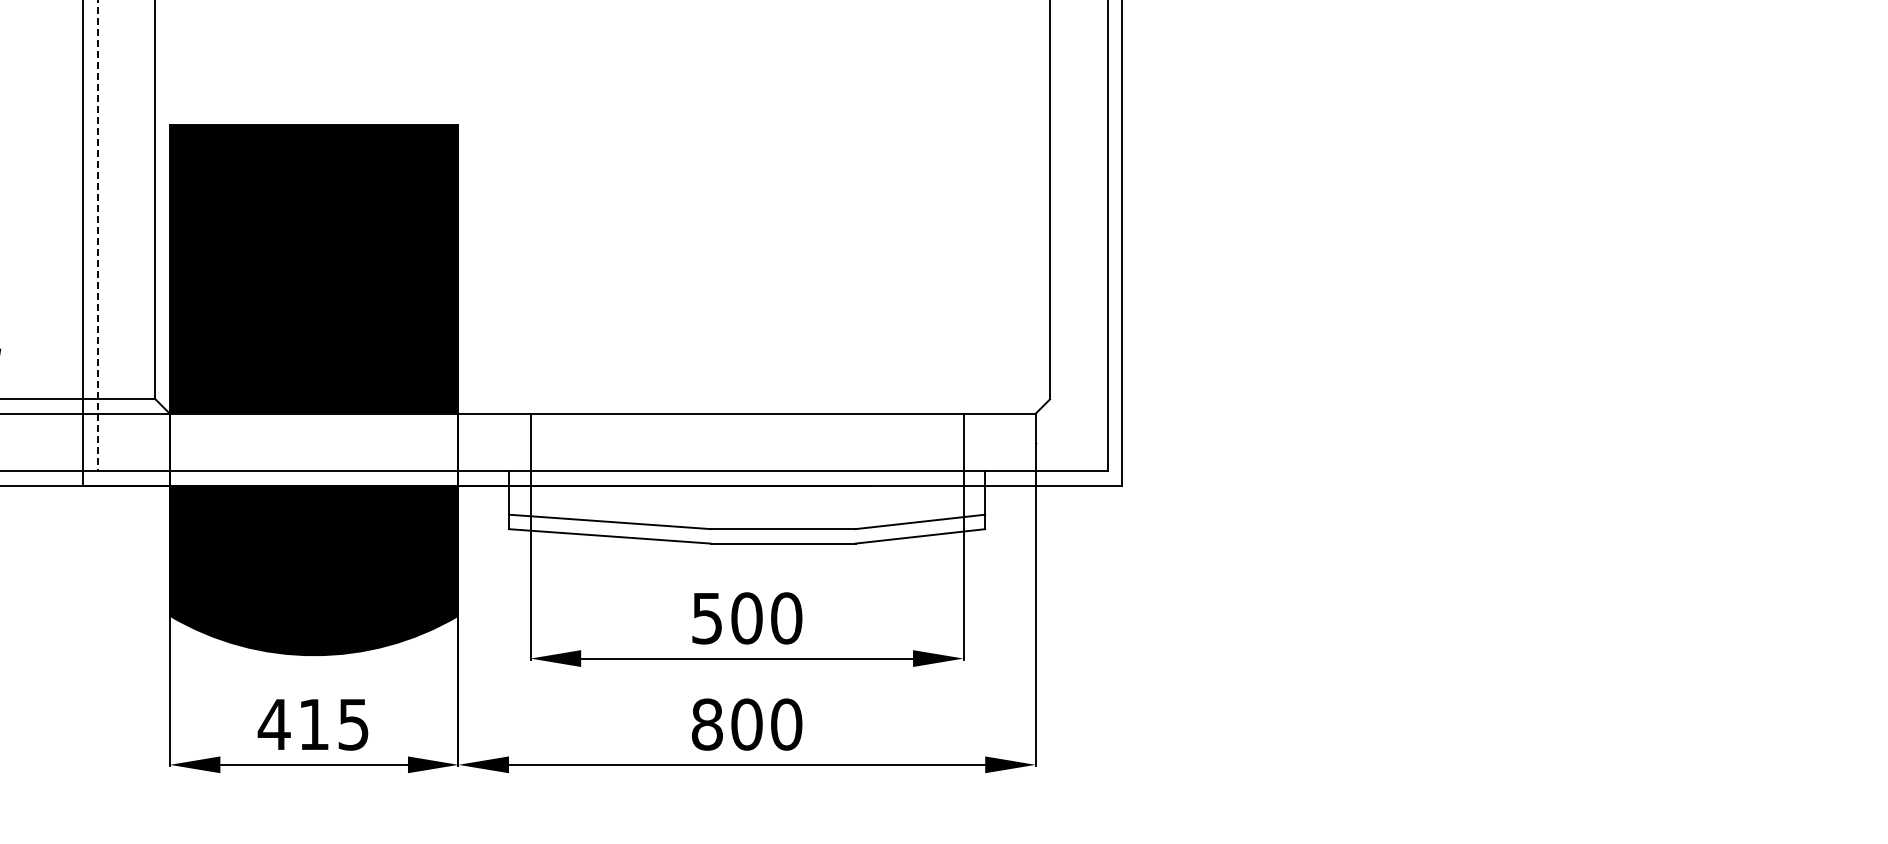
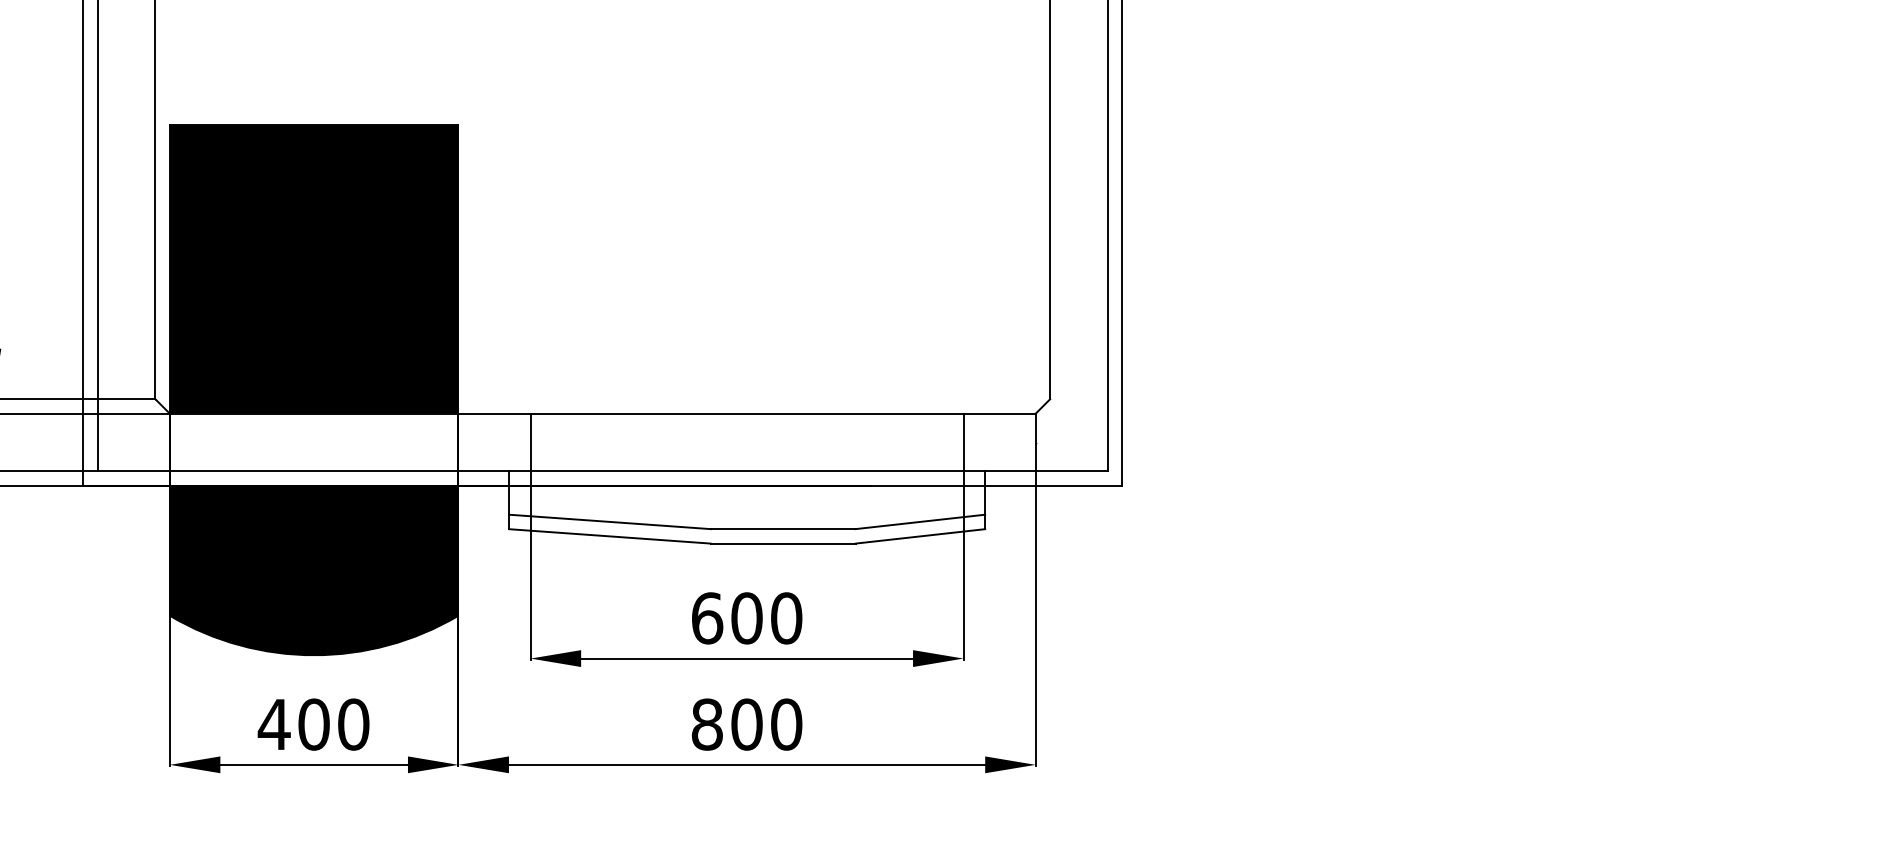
line at (97, 236): dashed -> solid
text at (707, 618): 500 -> 600
text at (333, 724): 415 -> 400
